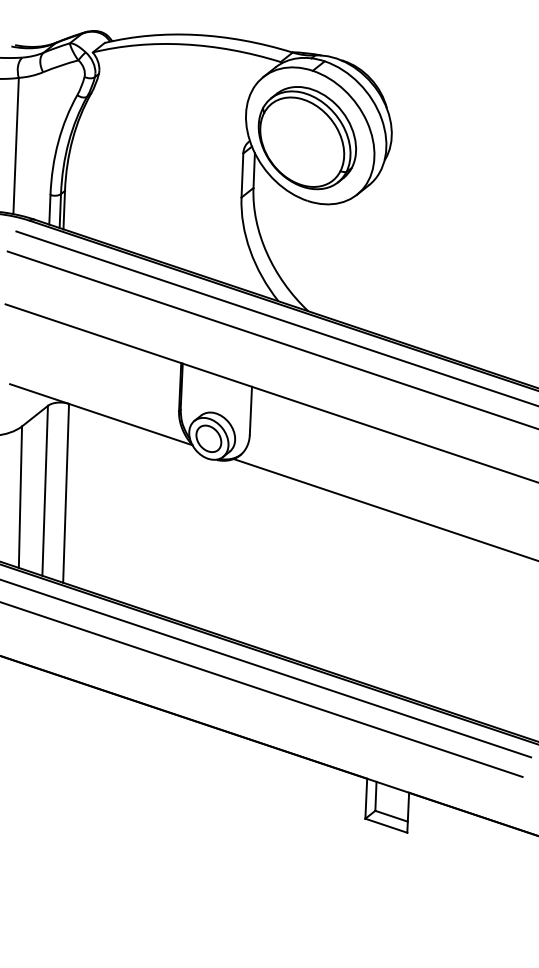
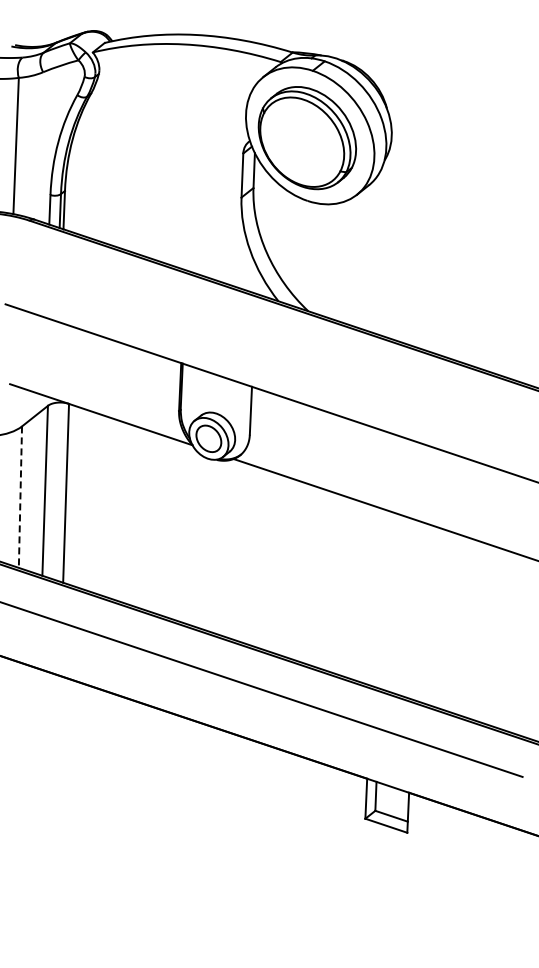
line at (275, 318): present -> none
line at (271, 339): present -> none
line at (20, 497): solid -> dashed
line at (266, 668): present -> none
